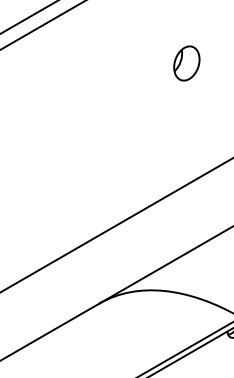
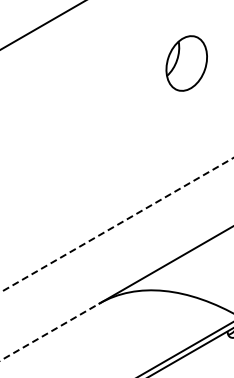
line at (28, 17): present -> none
part at (186, 63) size: 28x37 px -> 43x57 px
line at (116, 225): solid -> dashed
line at (50, 332): solid -> dashed
